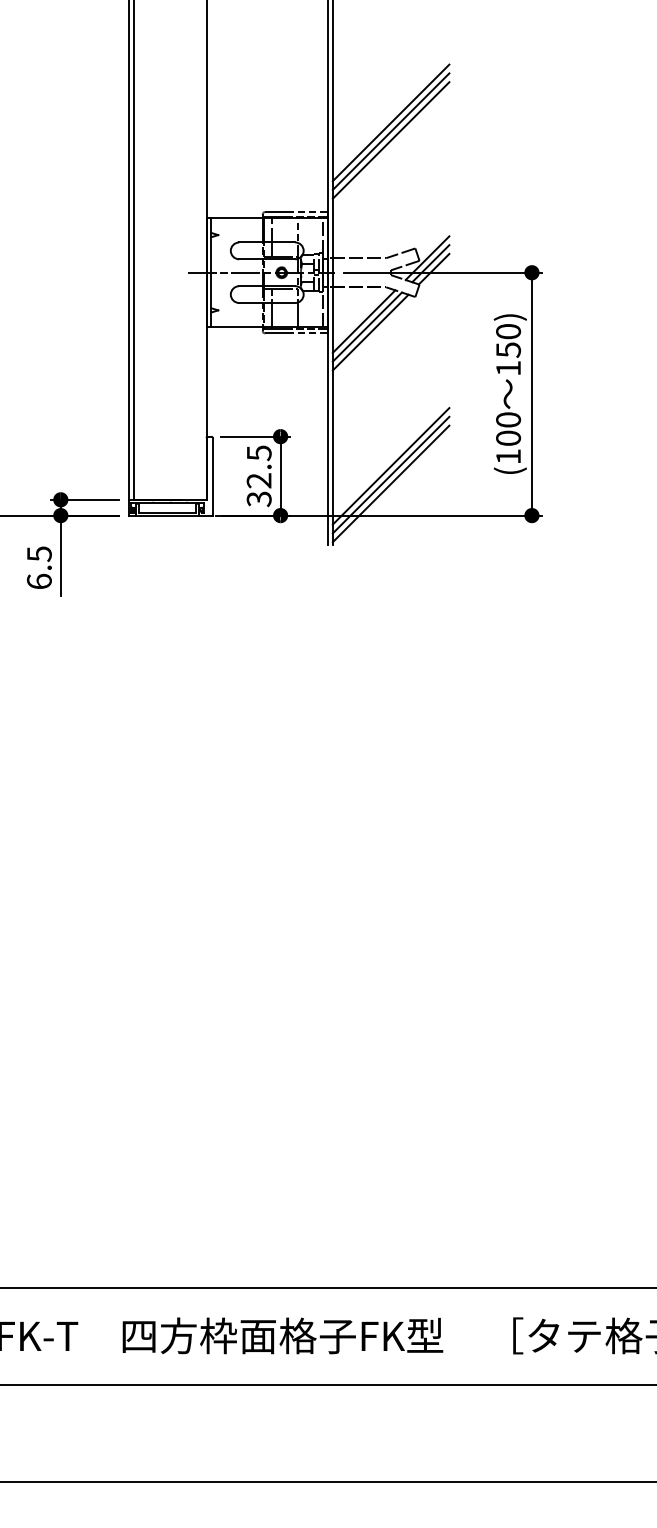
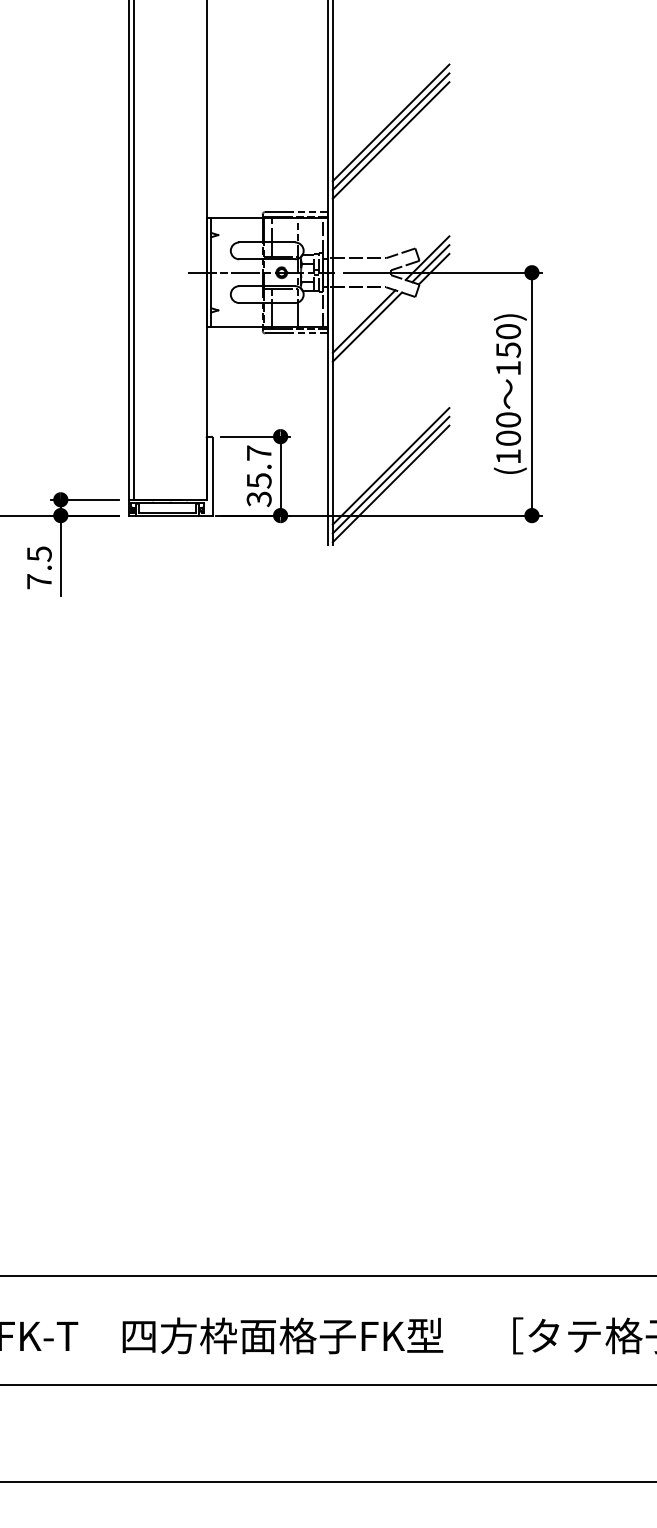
line at (370, 332): present -> none
text at (258, 466): 32.5 -> 35.7
text at (39, 581): 6.5 -> 7.5
line at (327, 1287) position: (327, 1287) -> (327, 1275)
